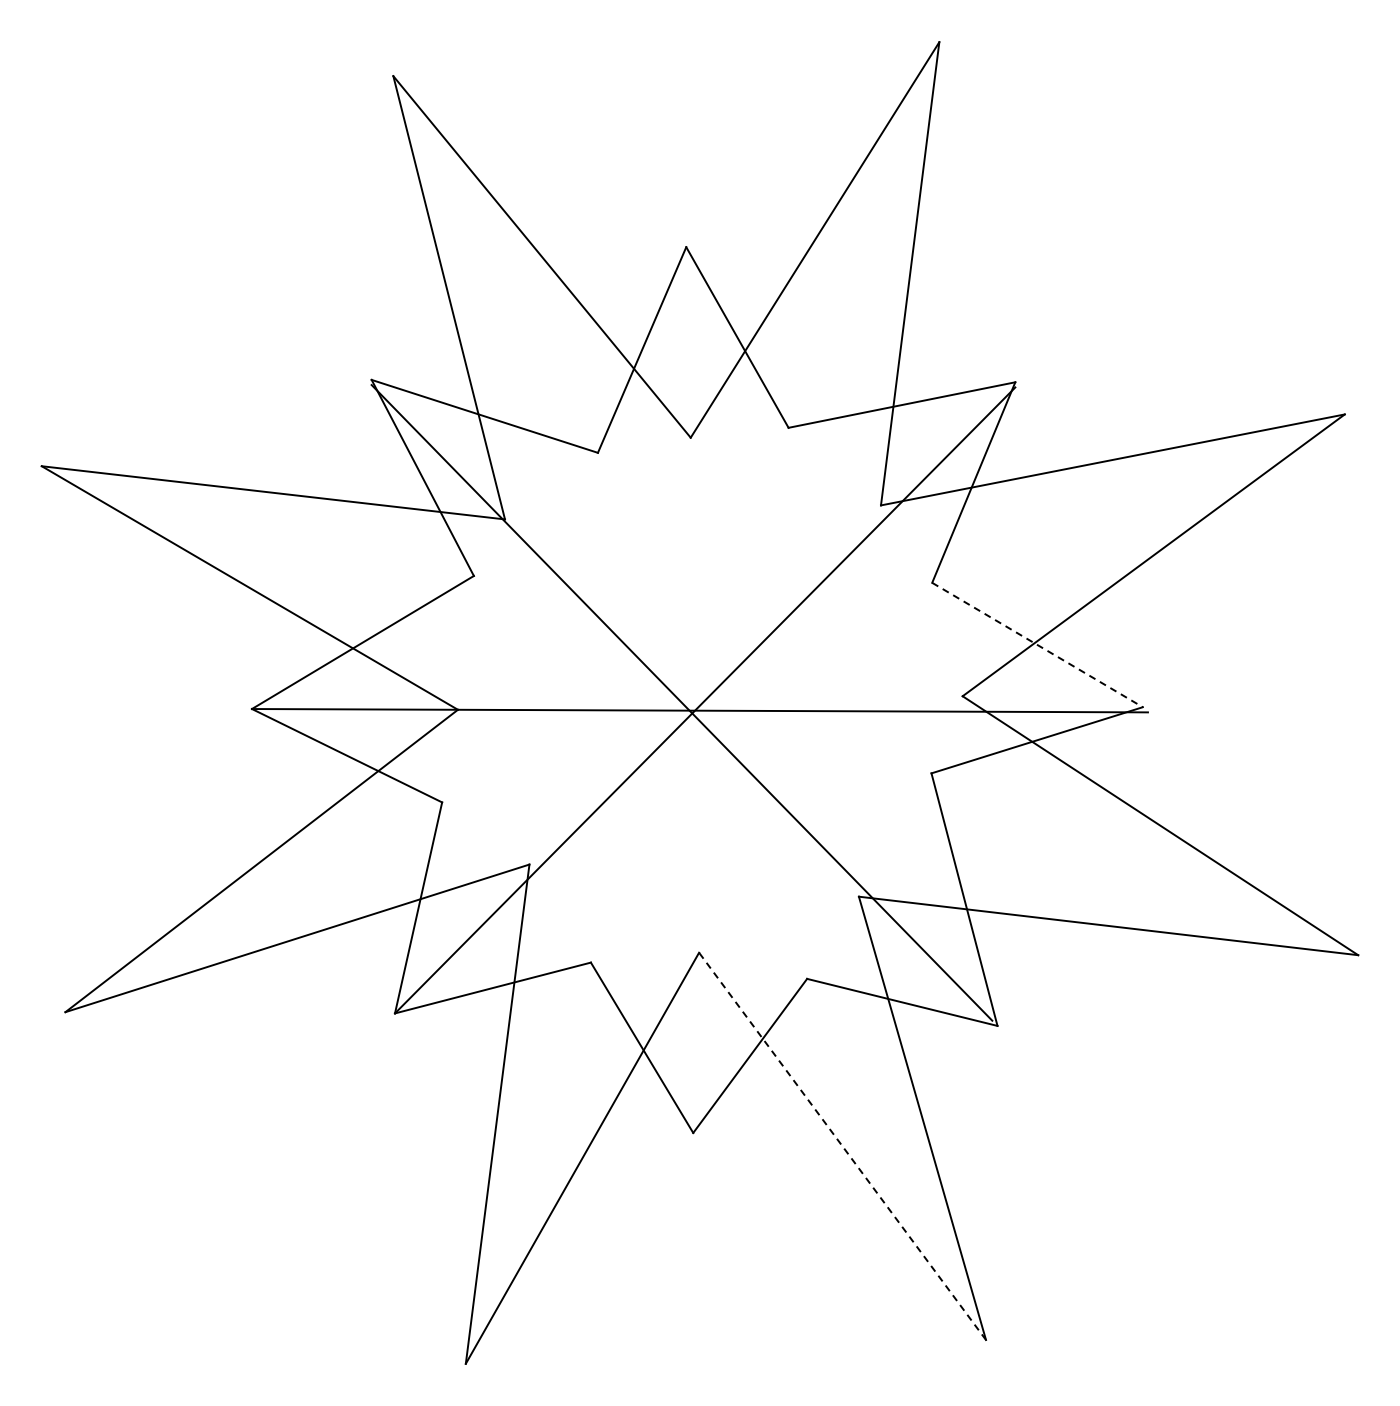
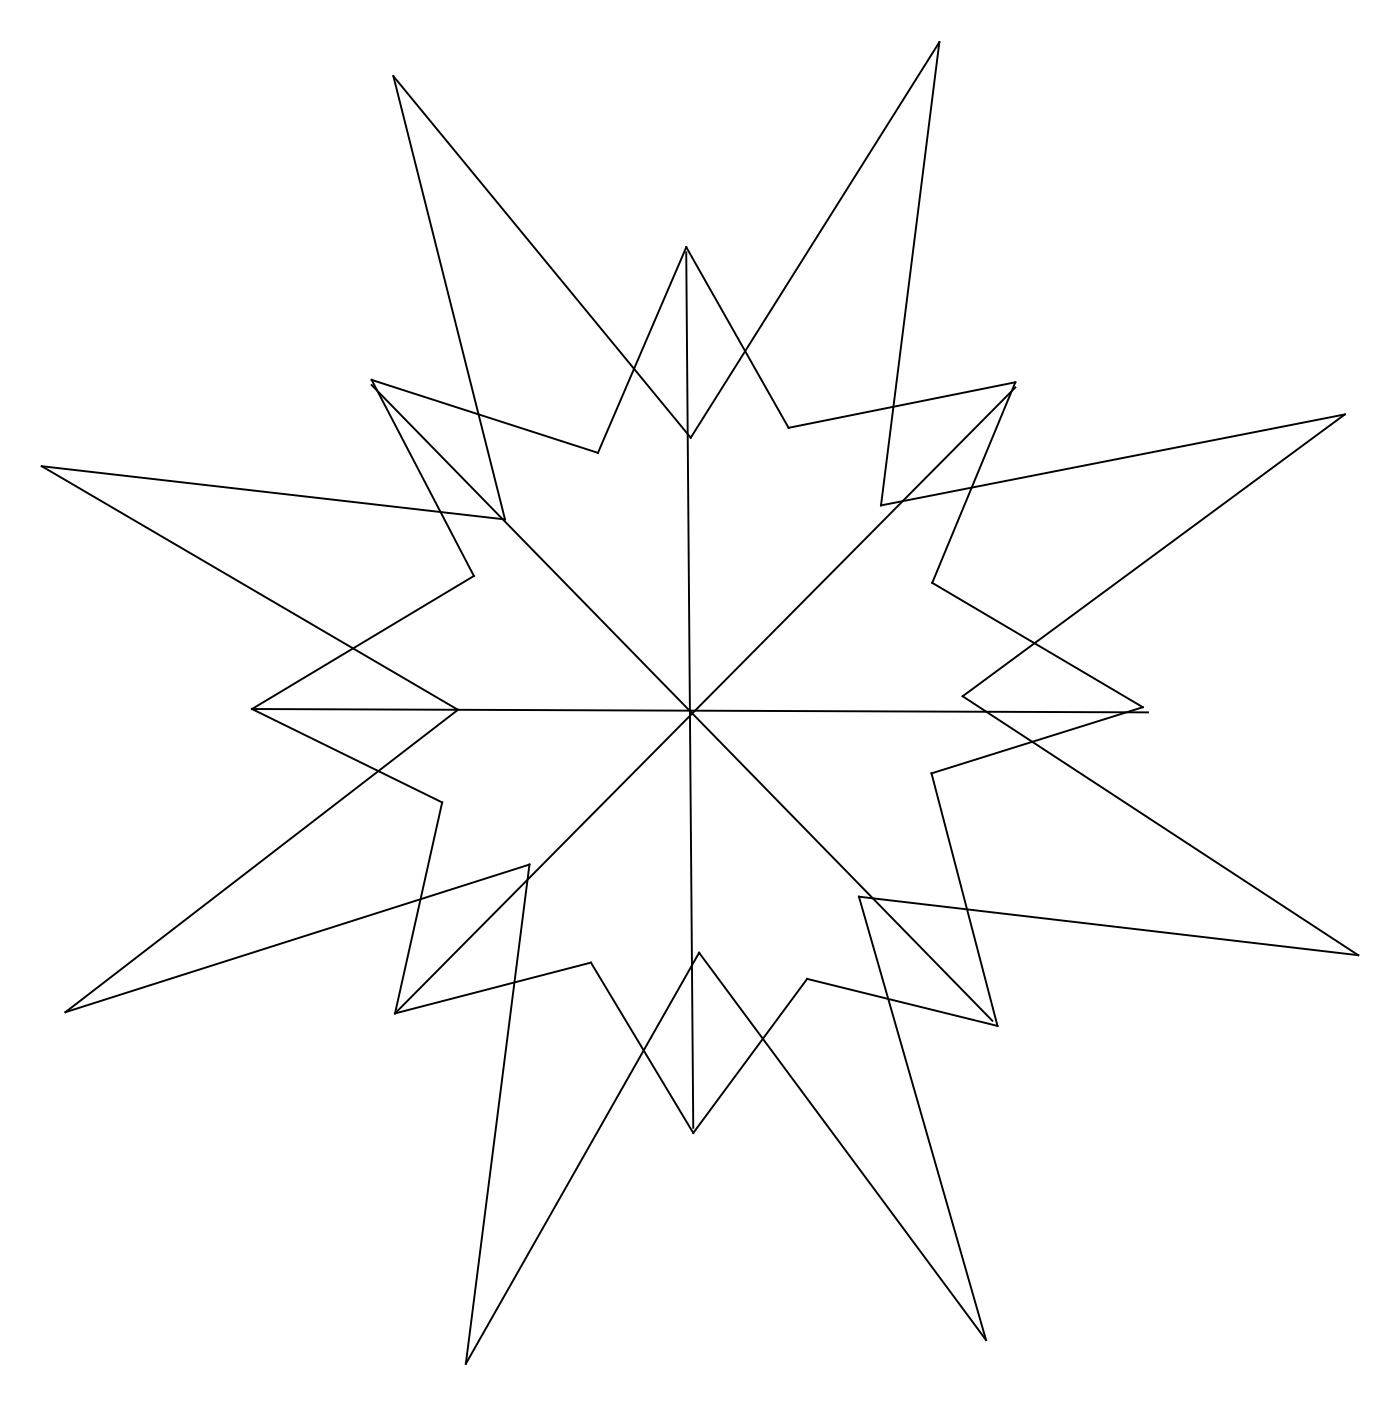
line at (1037, 645): dashed -> solid
line at (689, 689): none -> present
line at (842, 1145): dashed -> solid
